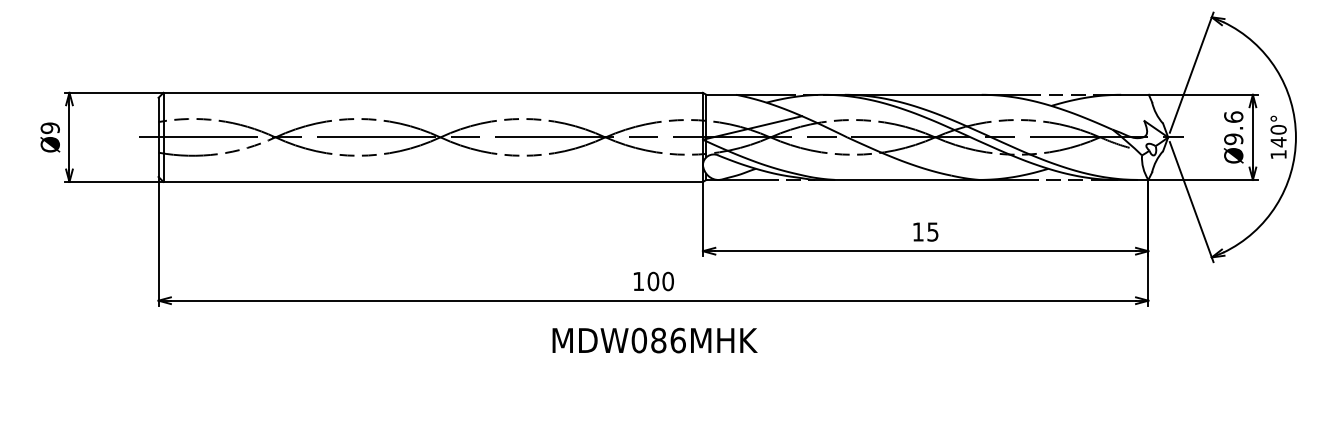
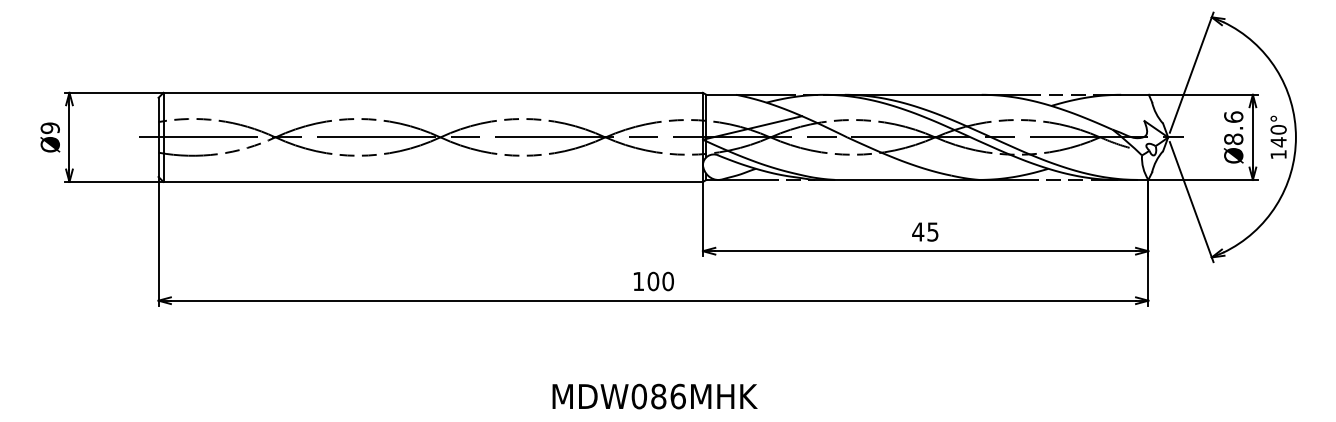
text at (1233, 139): Ø9.6 -> Ø8.6
text at (918, 231): 15 -> 45
text at (654, 340) position: (654, 340) -> (654, 396)
